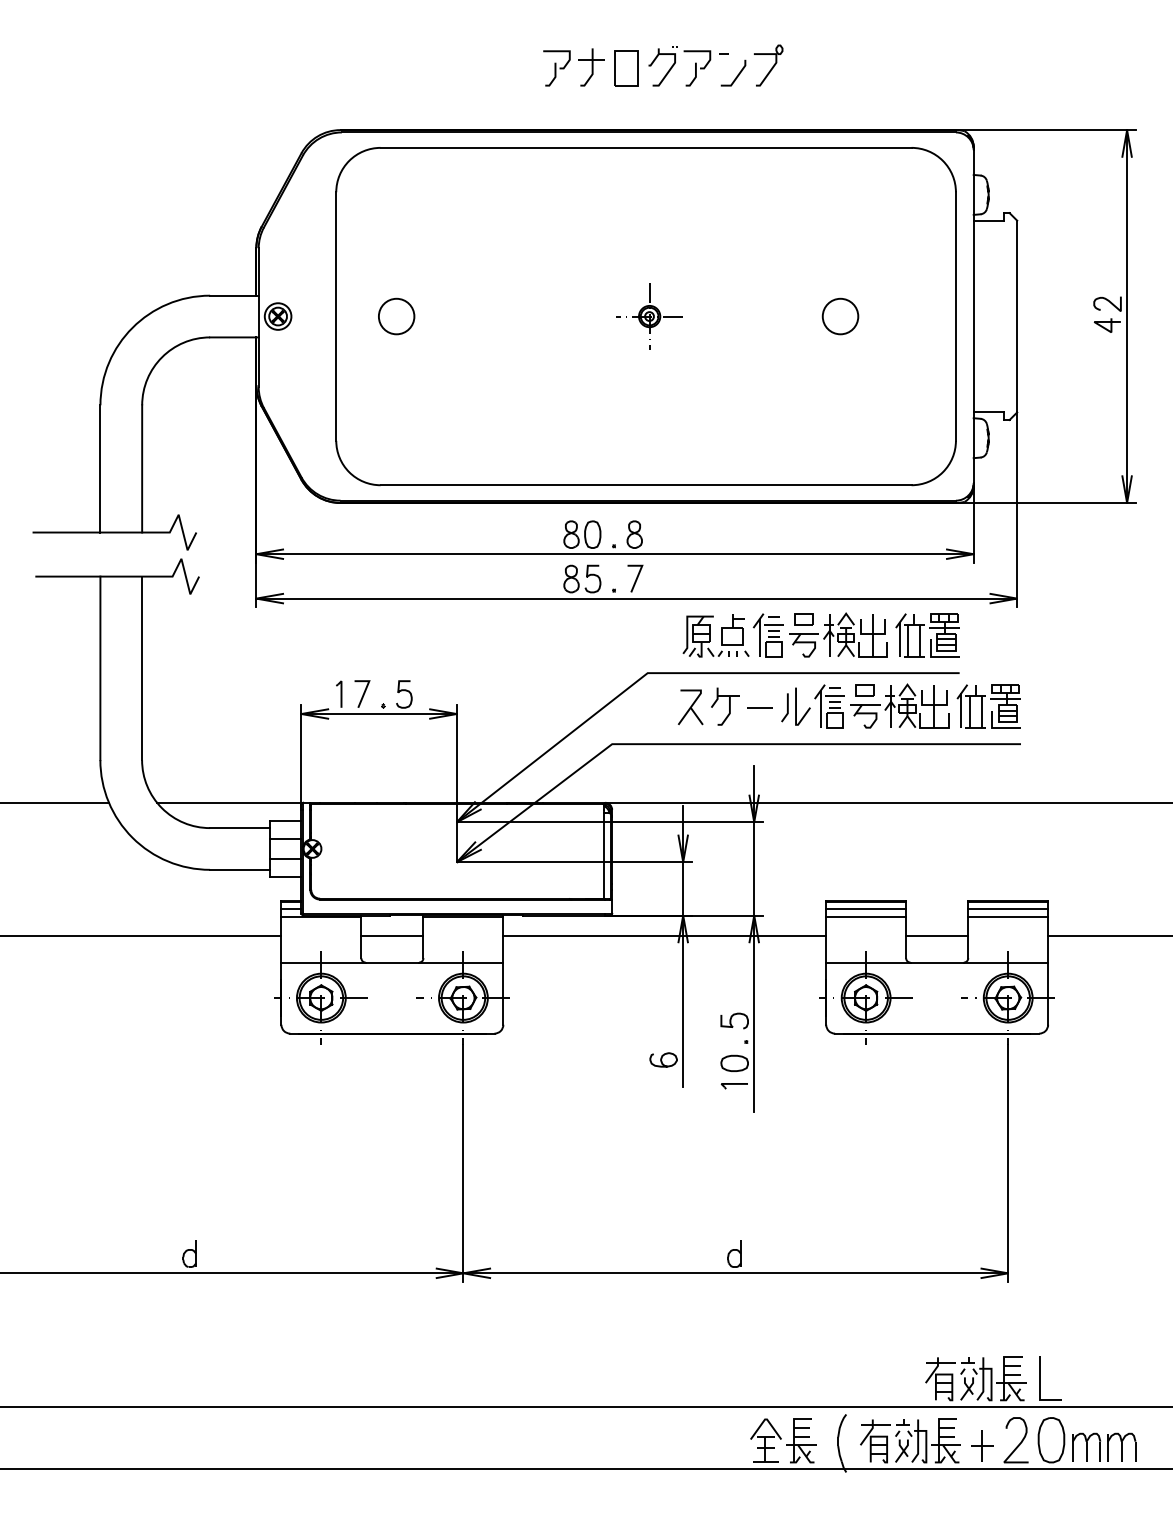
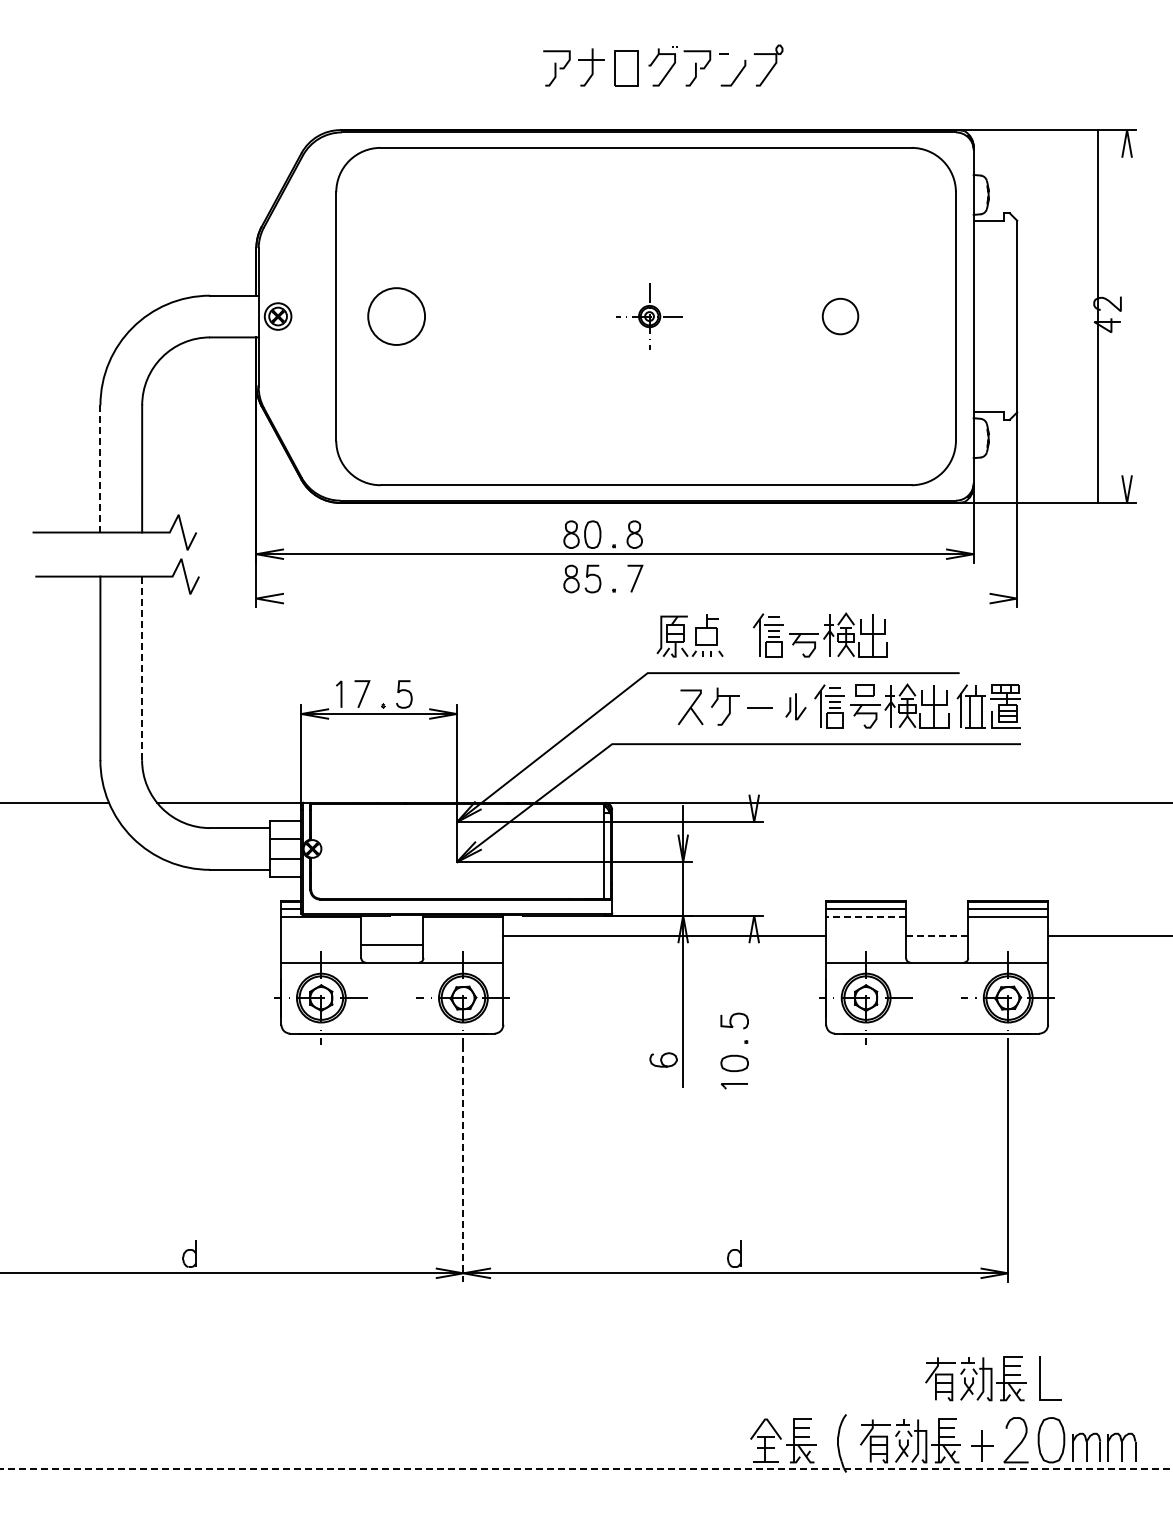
circle at (396, 316) diameter: 36 px -> 57 px
line at (1127, 316) position: (1127, 316) -> (1098, 316)
line at (100, 468): solid -> dashed
line at (636, 598): present -> none
part at (803, 619): present -> none
part at (715, 635) position: (715, 635) -> (689, 635)
part at (927, 635): present -> none
line at (142, 668): solid -> dashed
part at (795, 706) size: 30x39 px -> 22x28 px
line at (866, 917): solid -> dashed
line at (141, 935): present -> none
line at (392, 935) position: (392, 935) -> (392, 944)
line at (937, 935): solid -> dashed
line at (754, 938): present -> none
line at (463, 1163): solid -> dashed
line at (585, 1406): present -> none
line at (586, 1468): solid -> dashed
